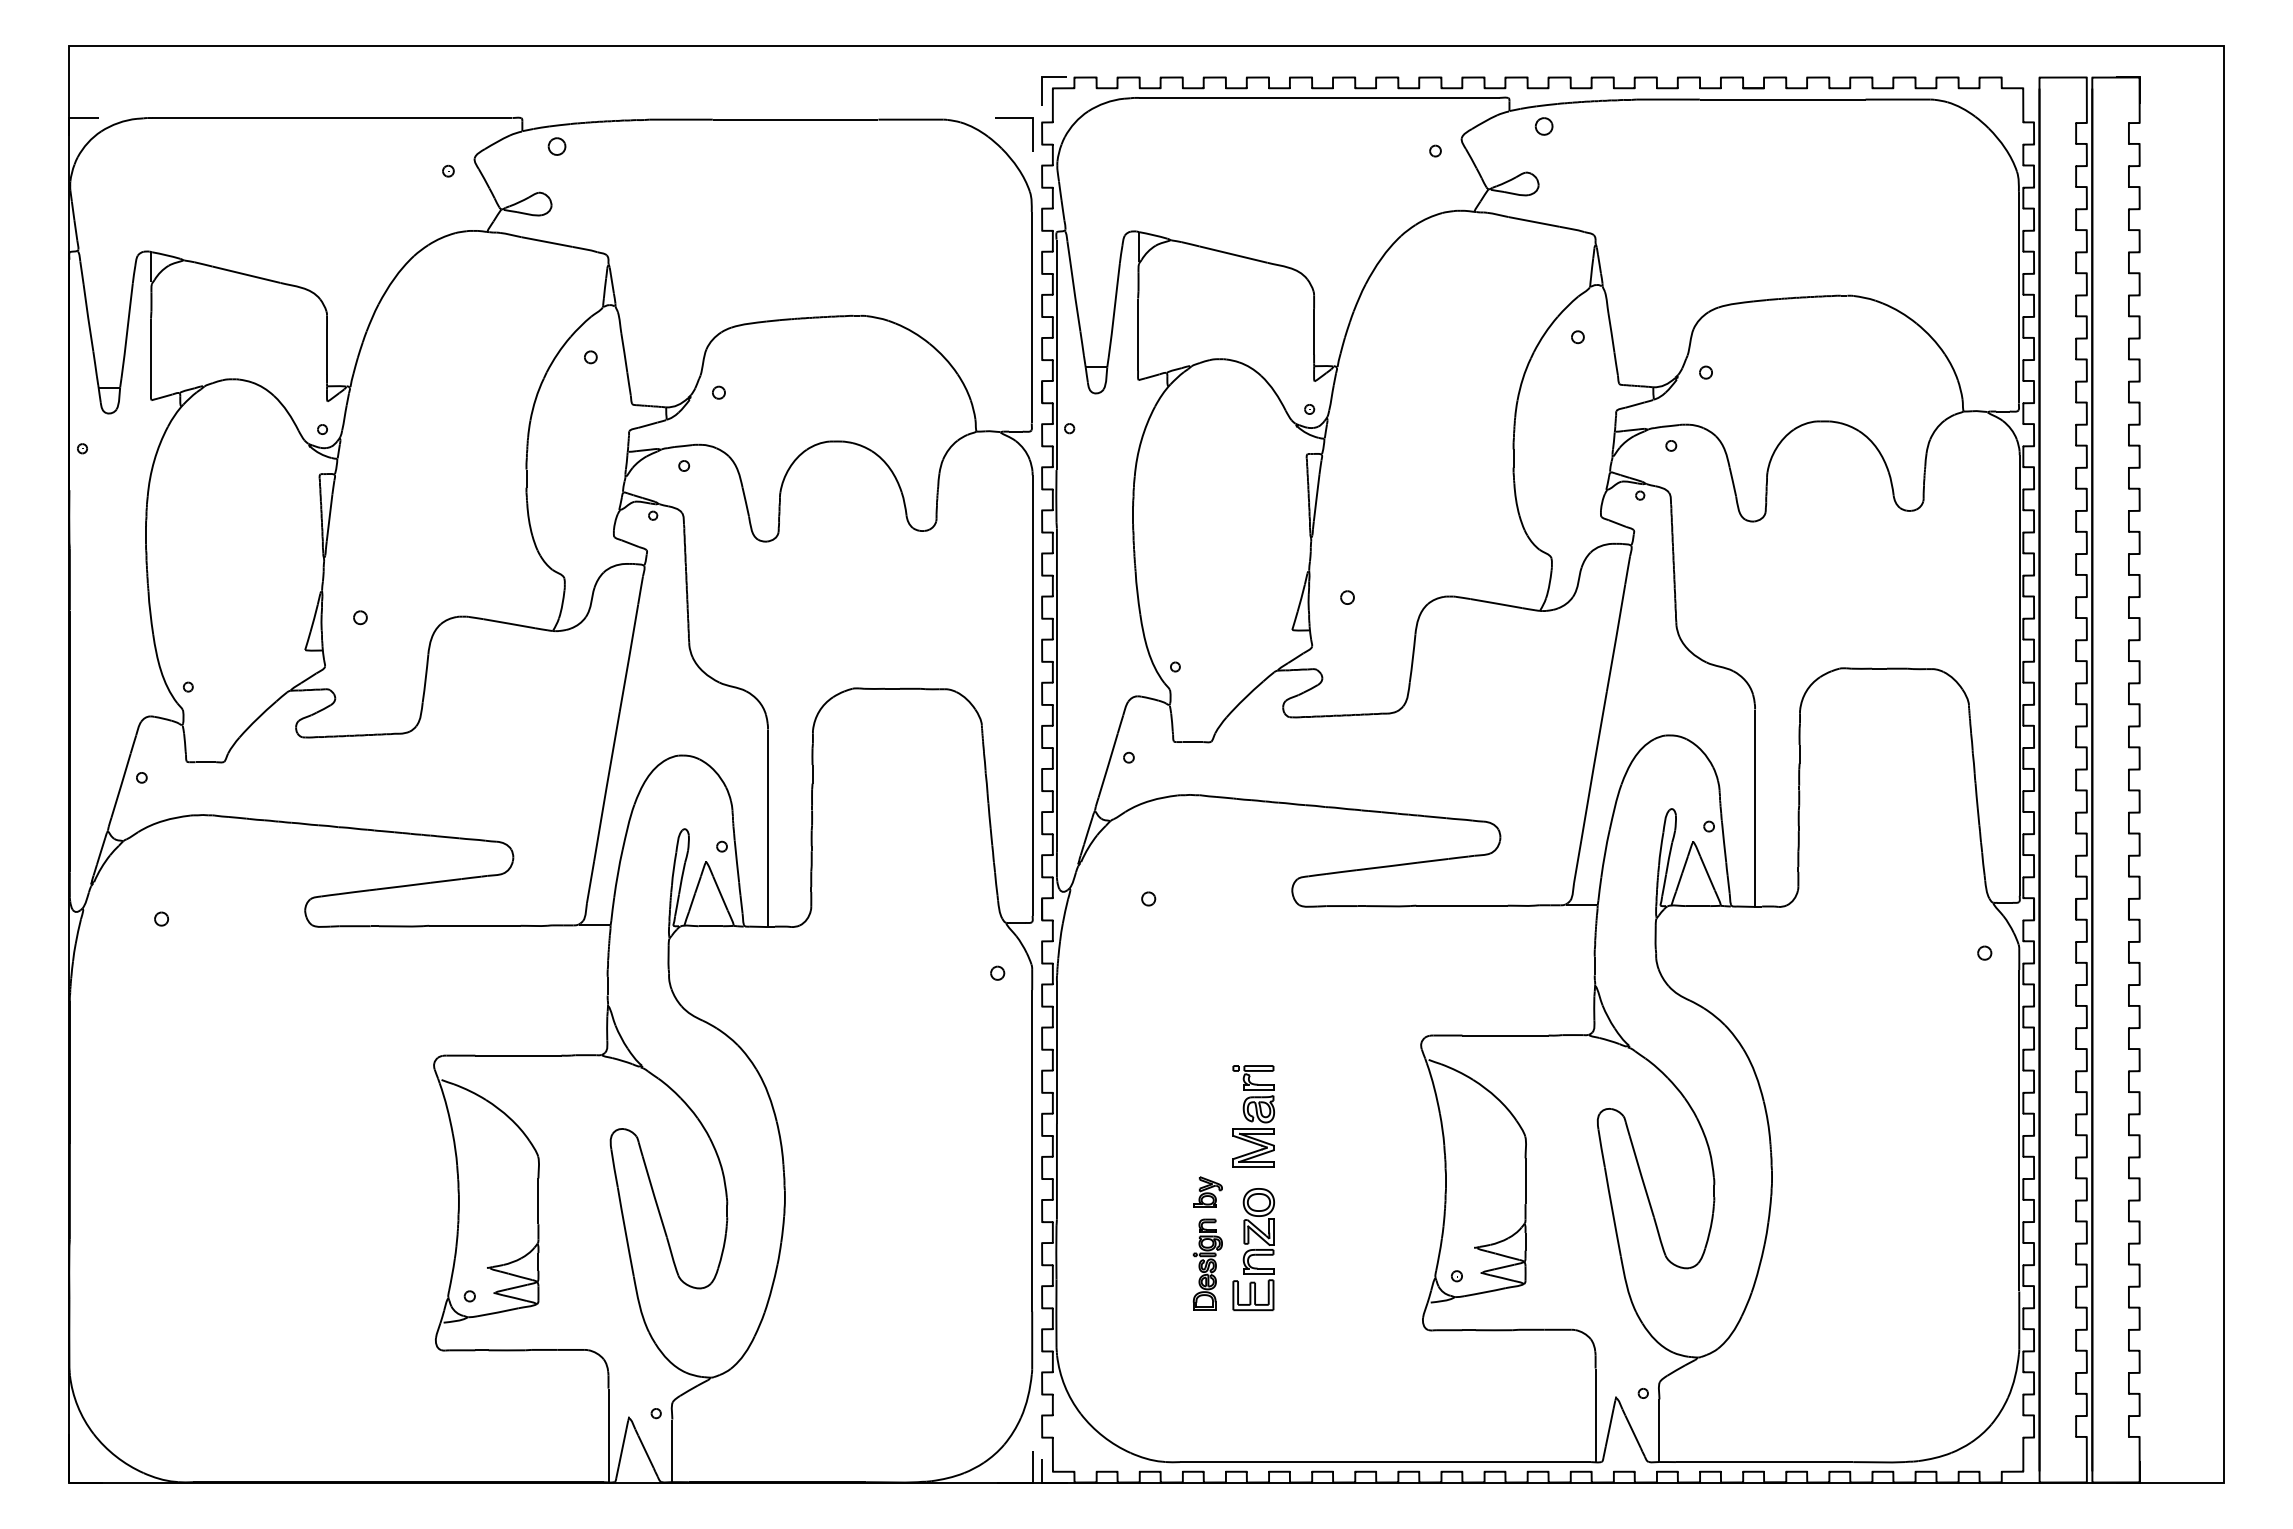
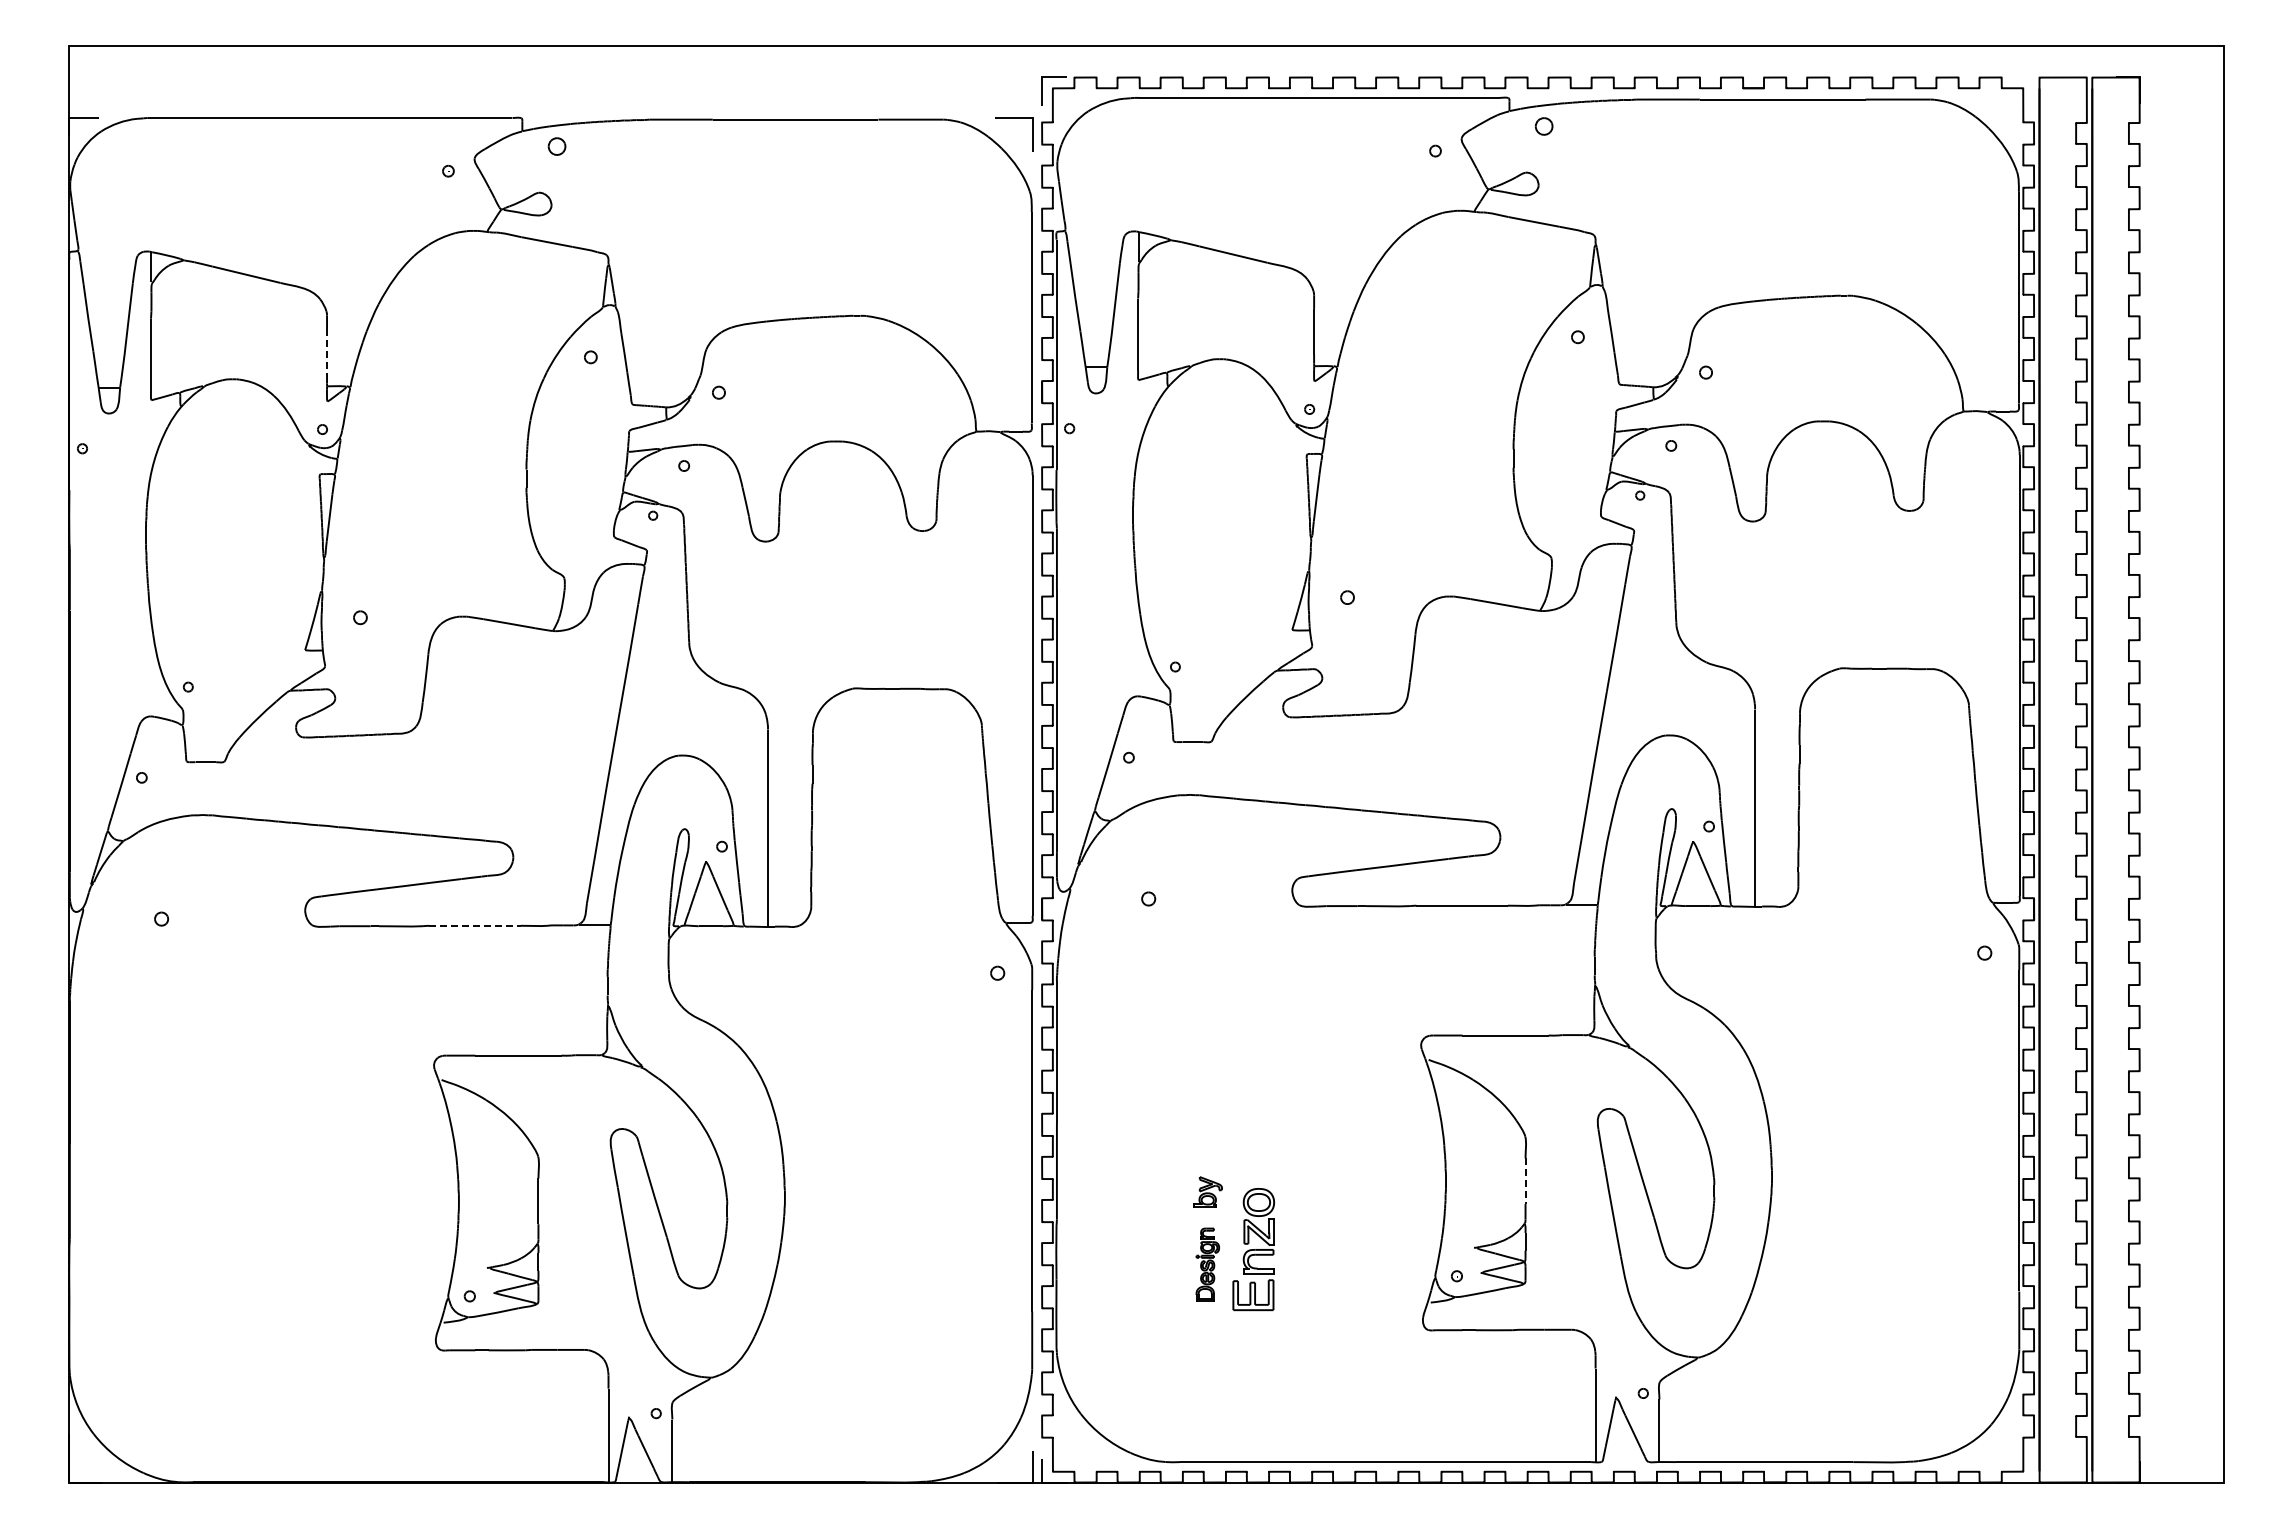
line at (327, 351): solid -> dashed
line at (476, 925): solid -> dashed
part at (1253, 1116): present -> none
line at (1525, 1181): solid -> dashed
part at (1207, 1264) size: 31x93 px -> 25x75 px
